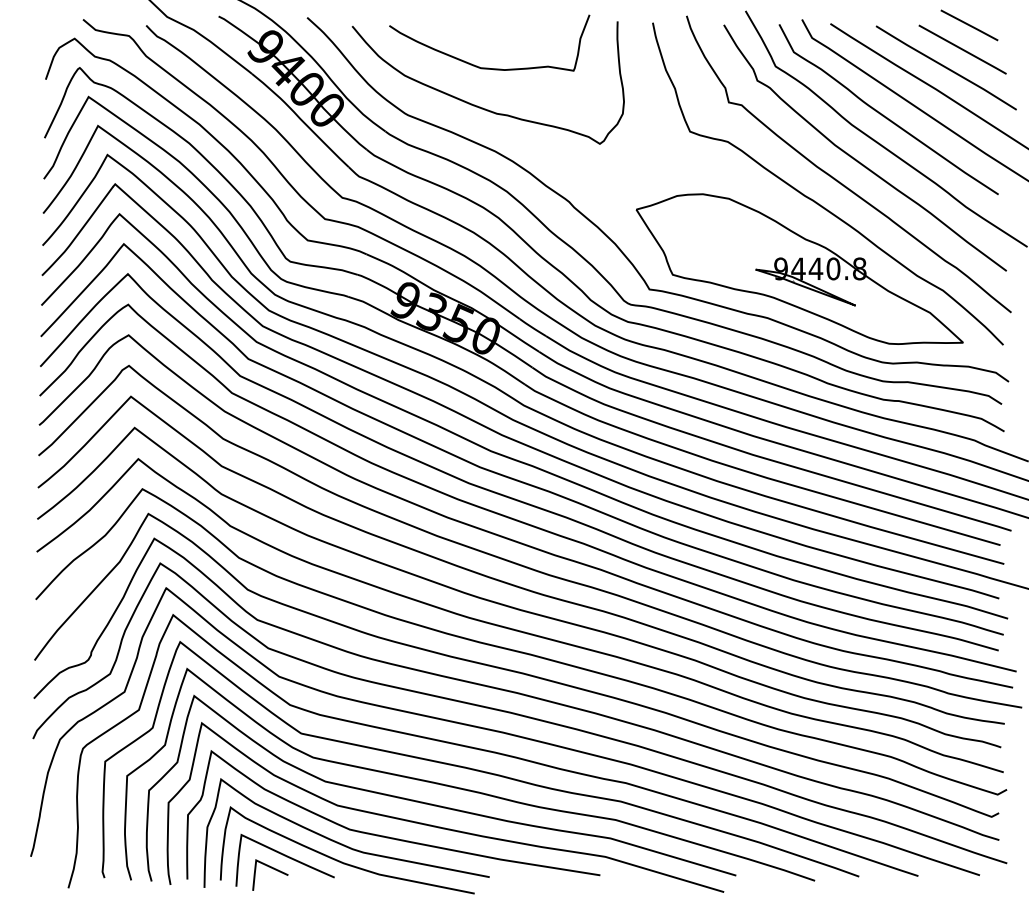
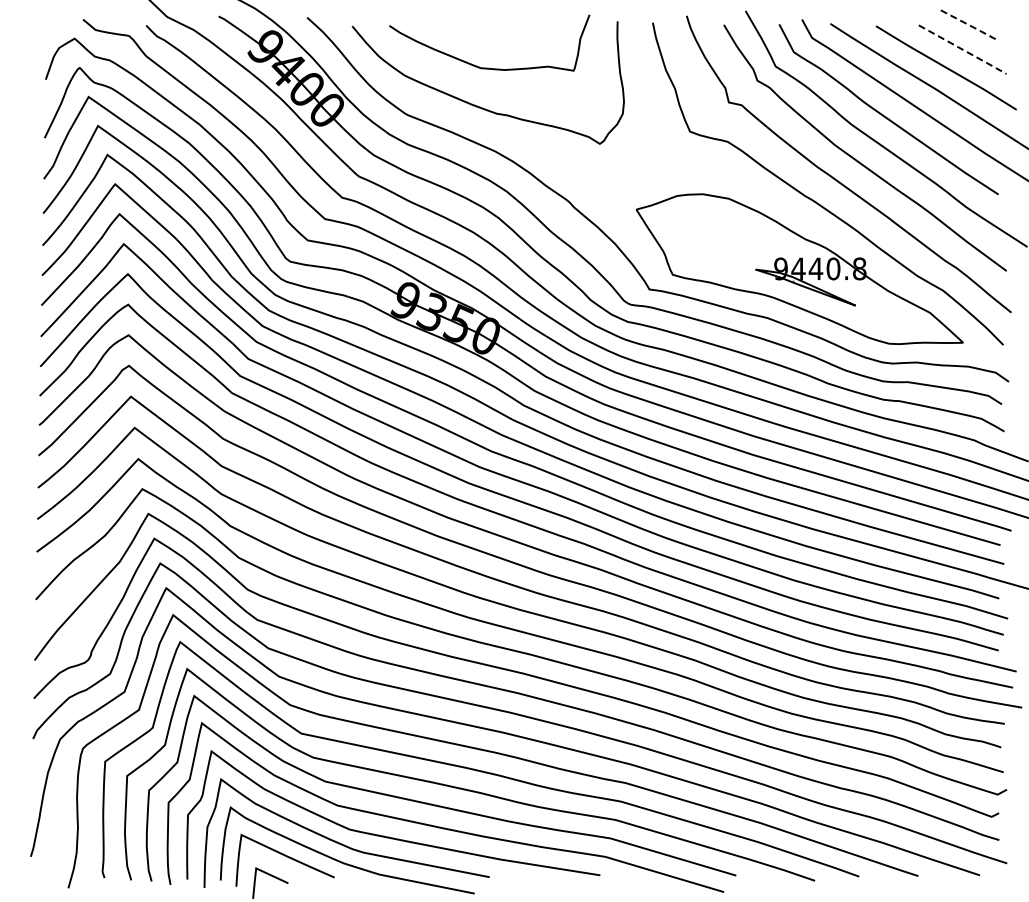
line at (970, 25): solid -> dashed
line at (963, 49): solid -> dashed
line at (273, 869) position: (273, 869) -> (273, 877)
